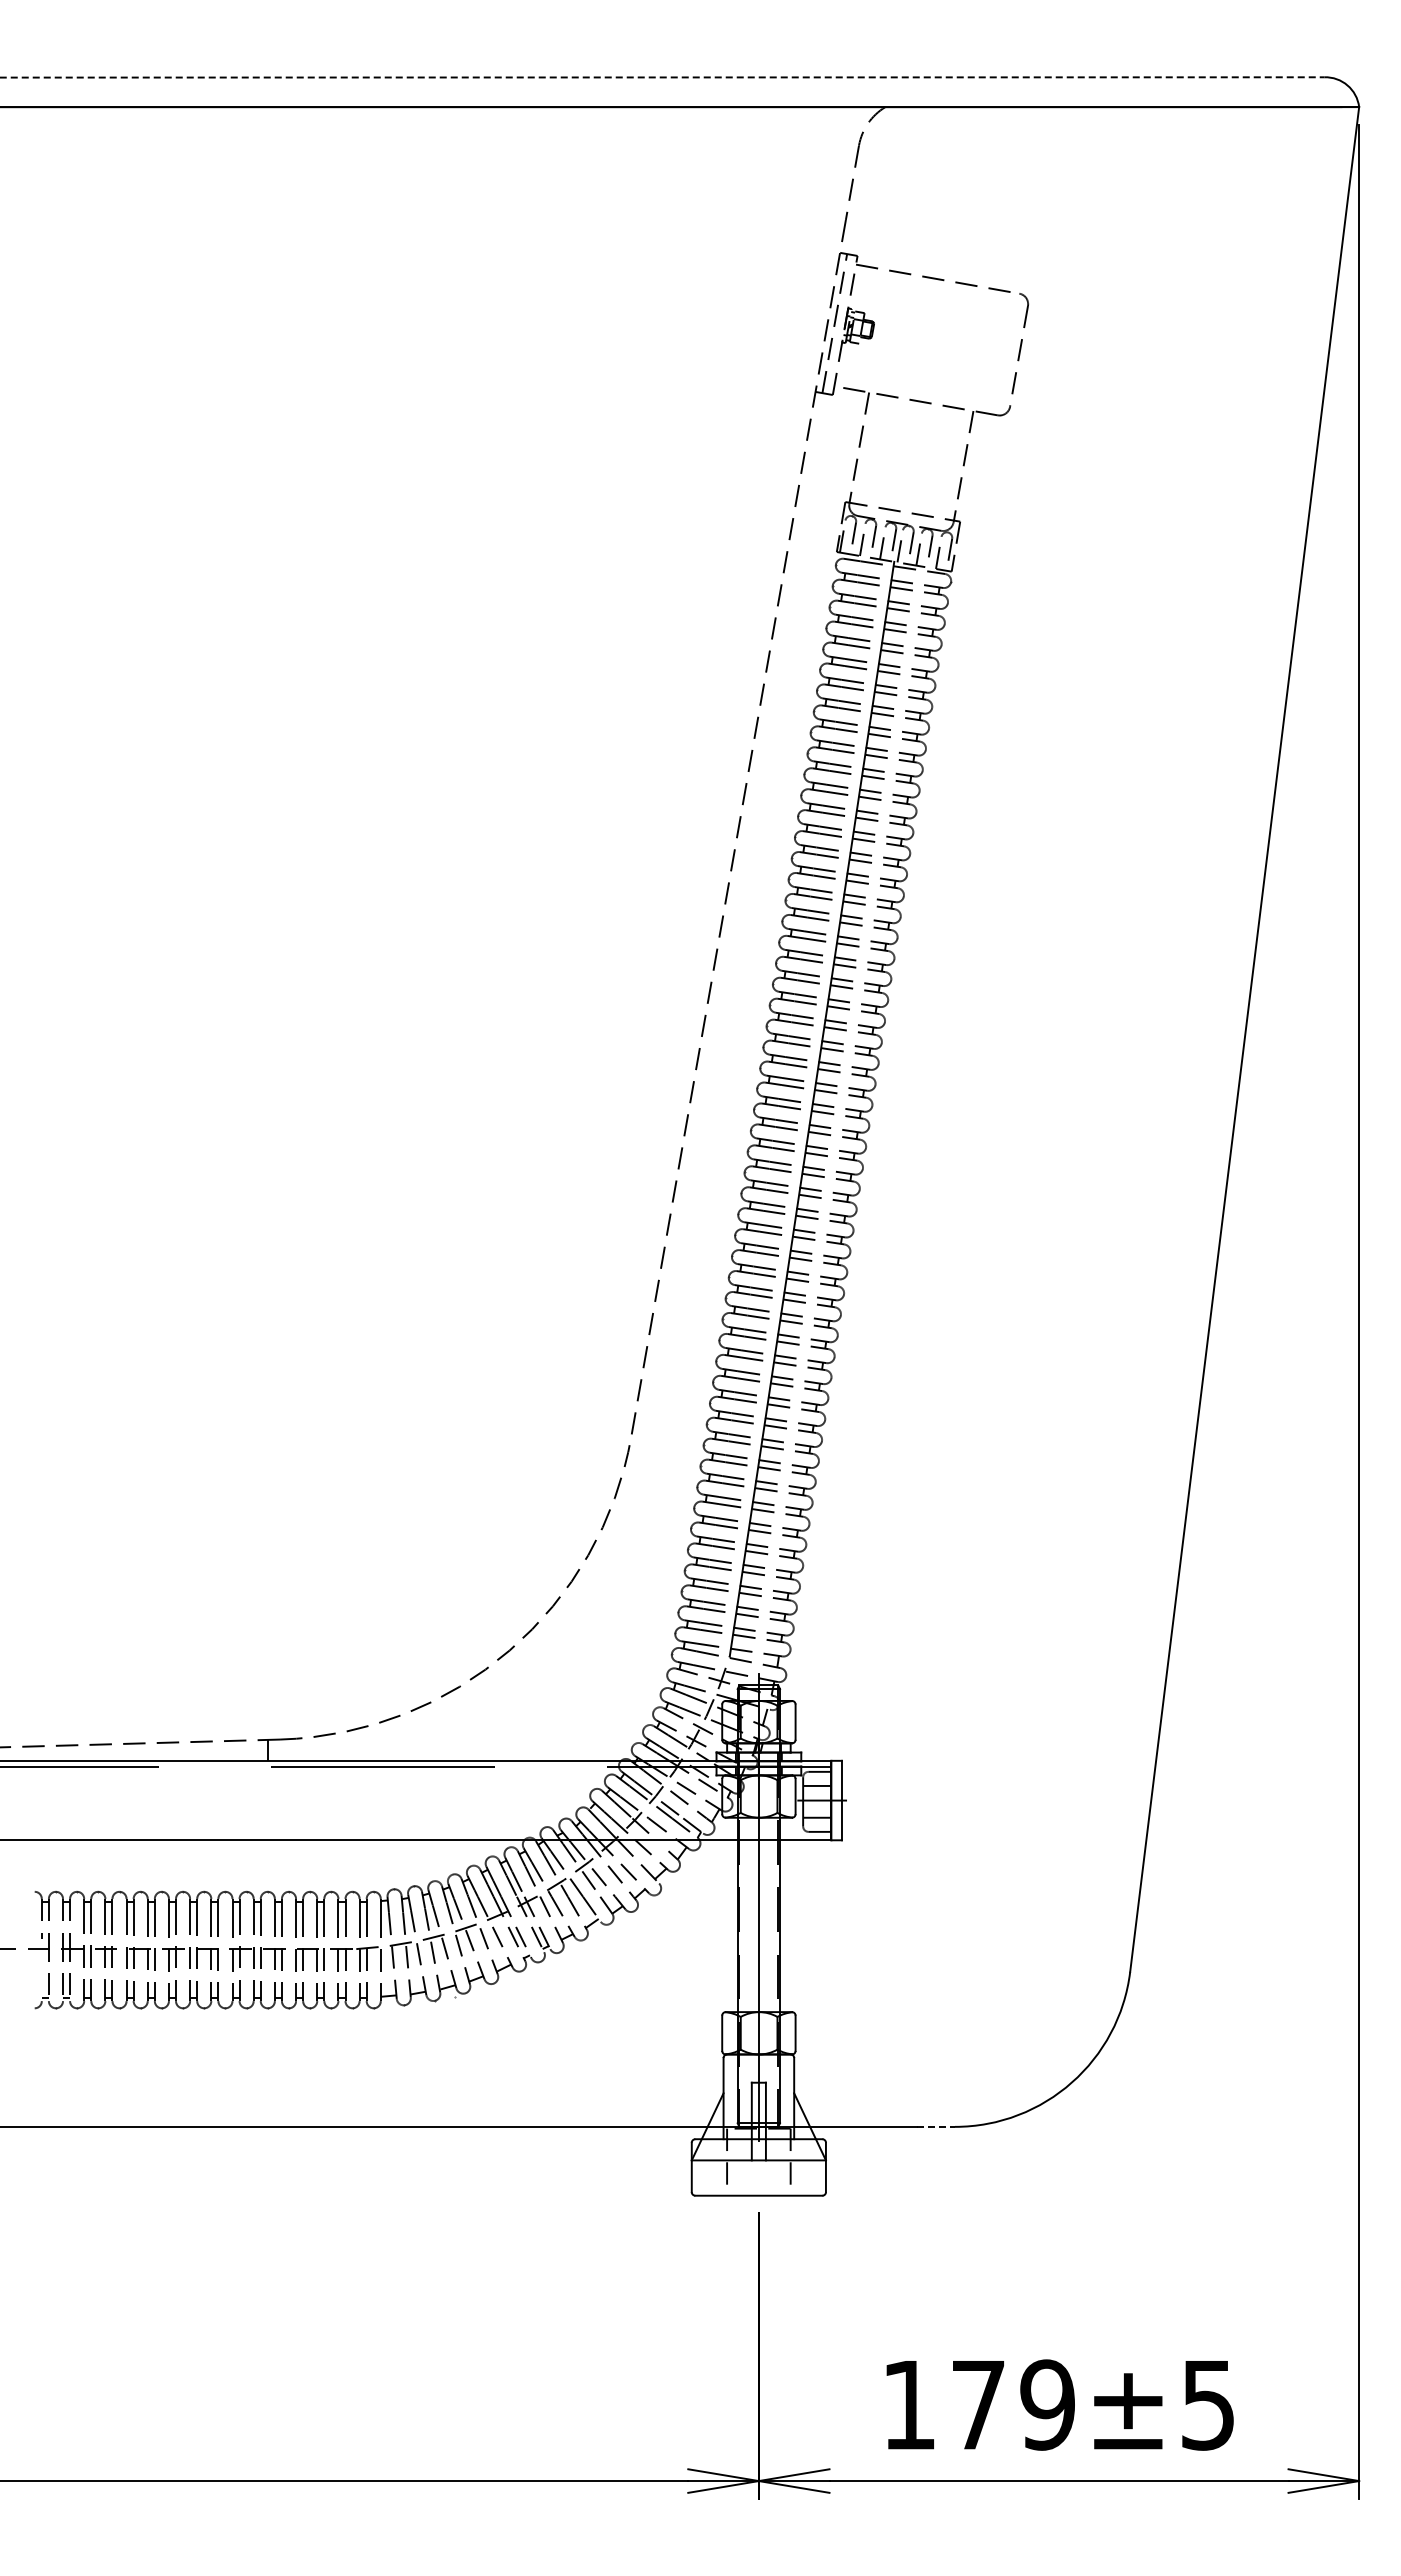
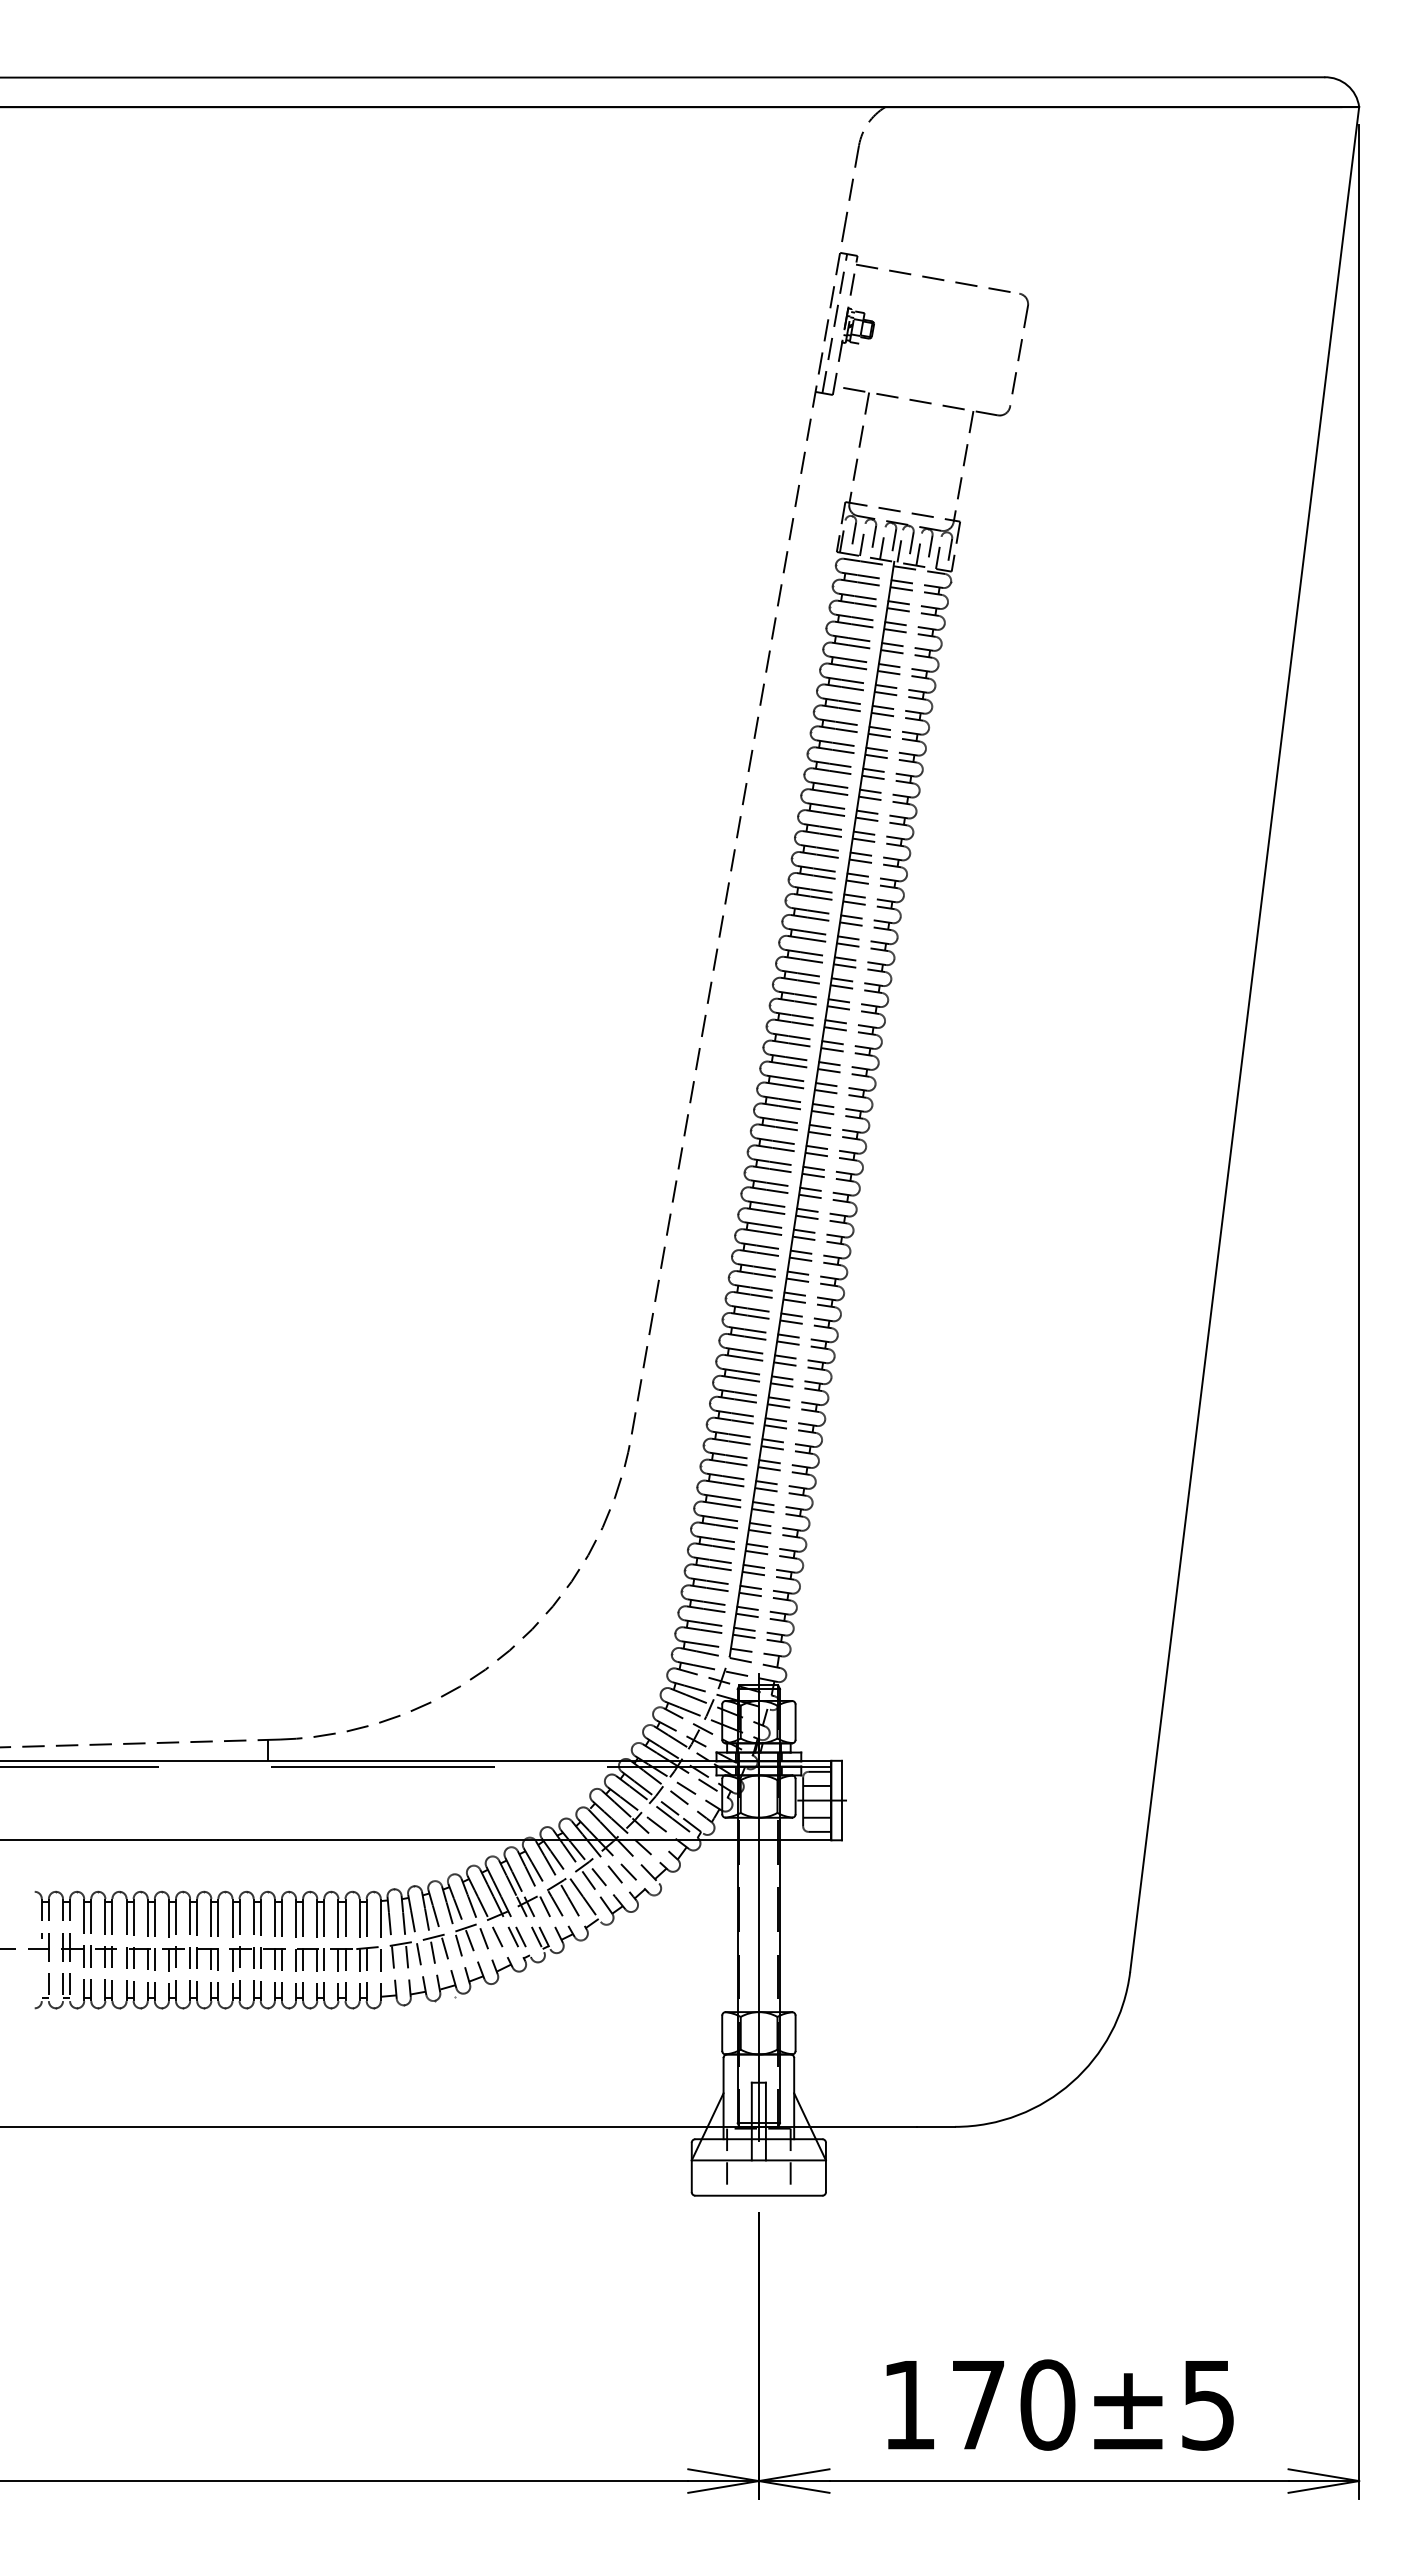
line at (662, 77): dashed -> solid
line at (936, 2126): dashed -> solid
text at (1047, 2404): 179±5 -> 170±5
